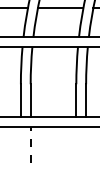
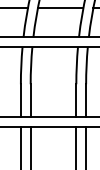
line at (20, 146): none -> present
line at (76, 146): none -> present
line at (86, 146): none -> present
line at (30, 147): dashed -> solid
